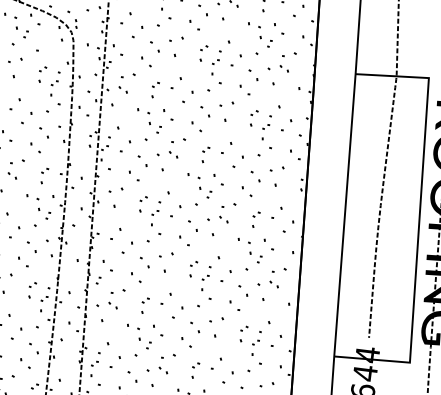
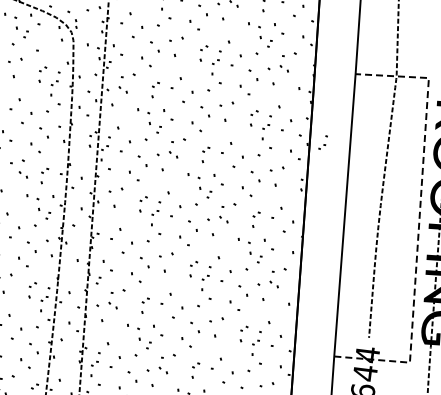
part at (322, 142): none -> present
part at (12, 175) position: (12, 175) -> (23, 174)
line at (419, 221): solid -> dashed
